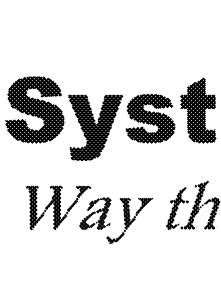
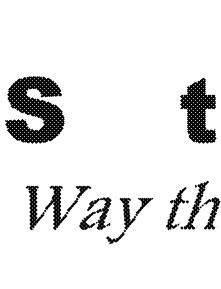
hatch at (150, 118): present -> none
hatch at (94, 127): present -> none
